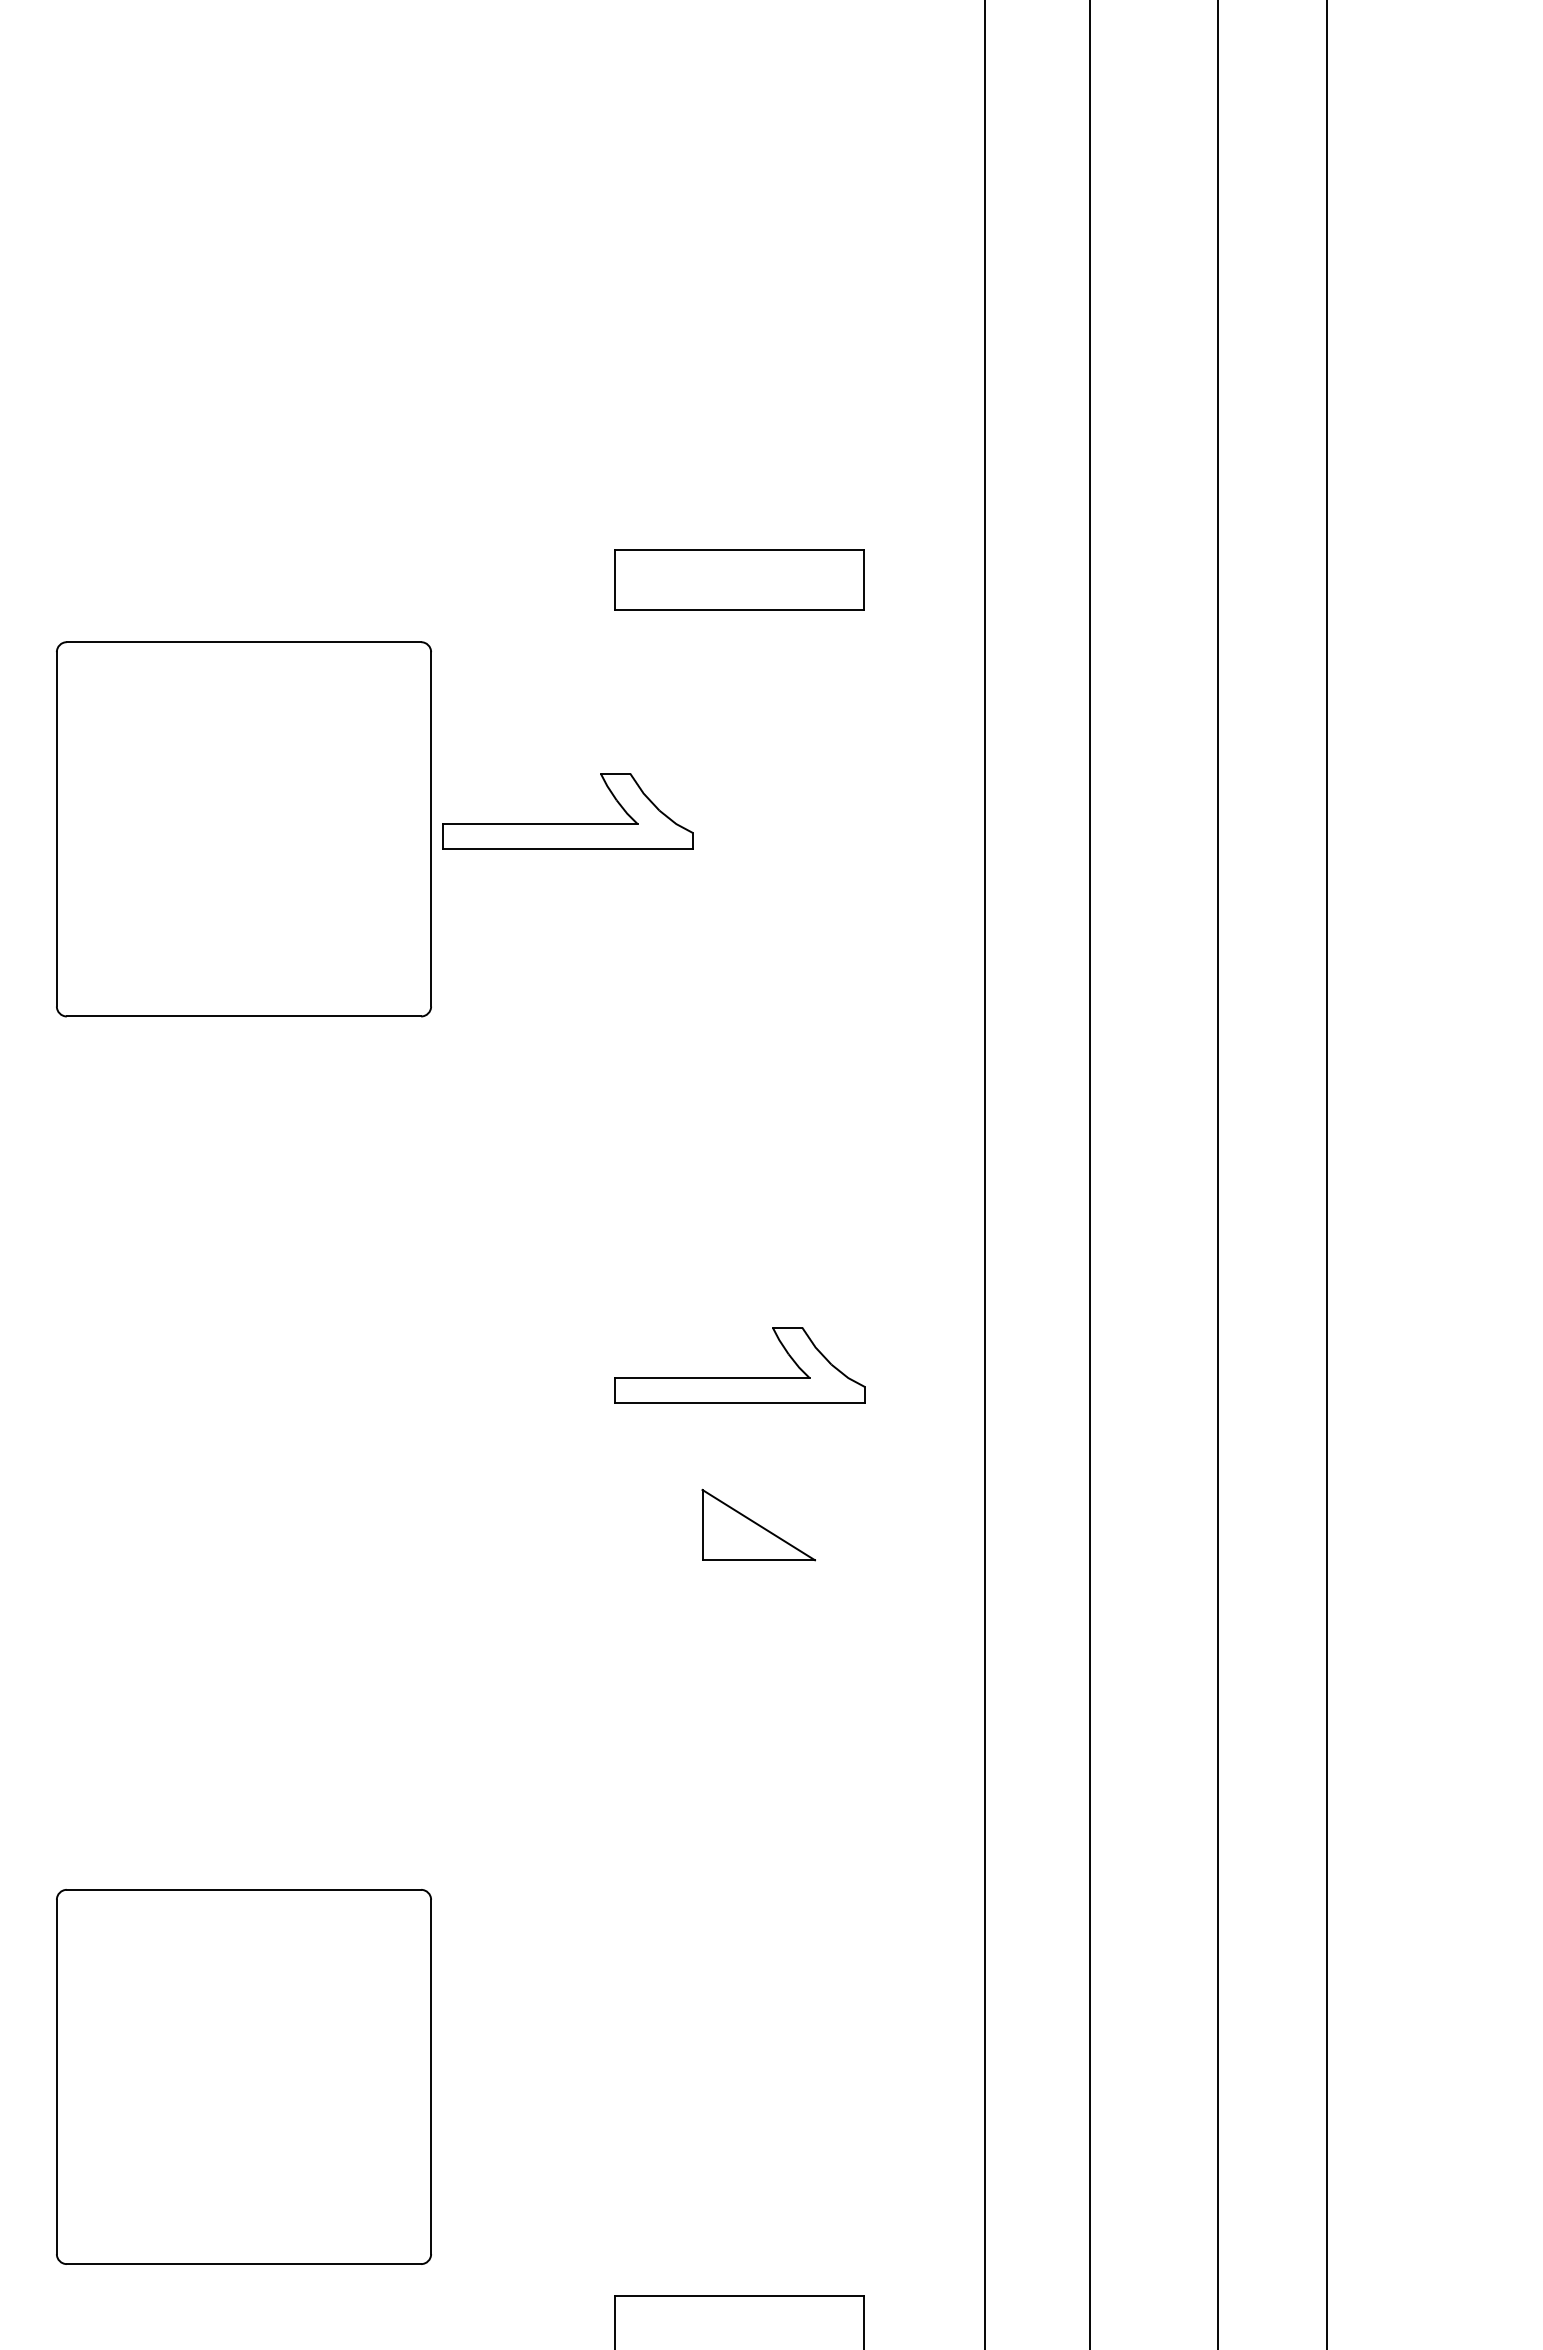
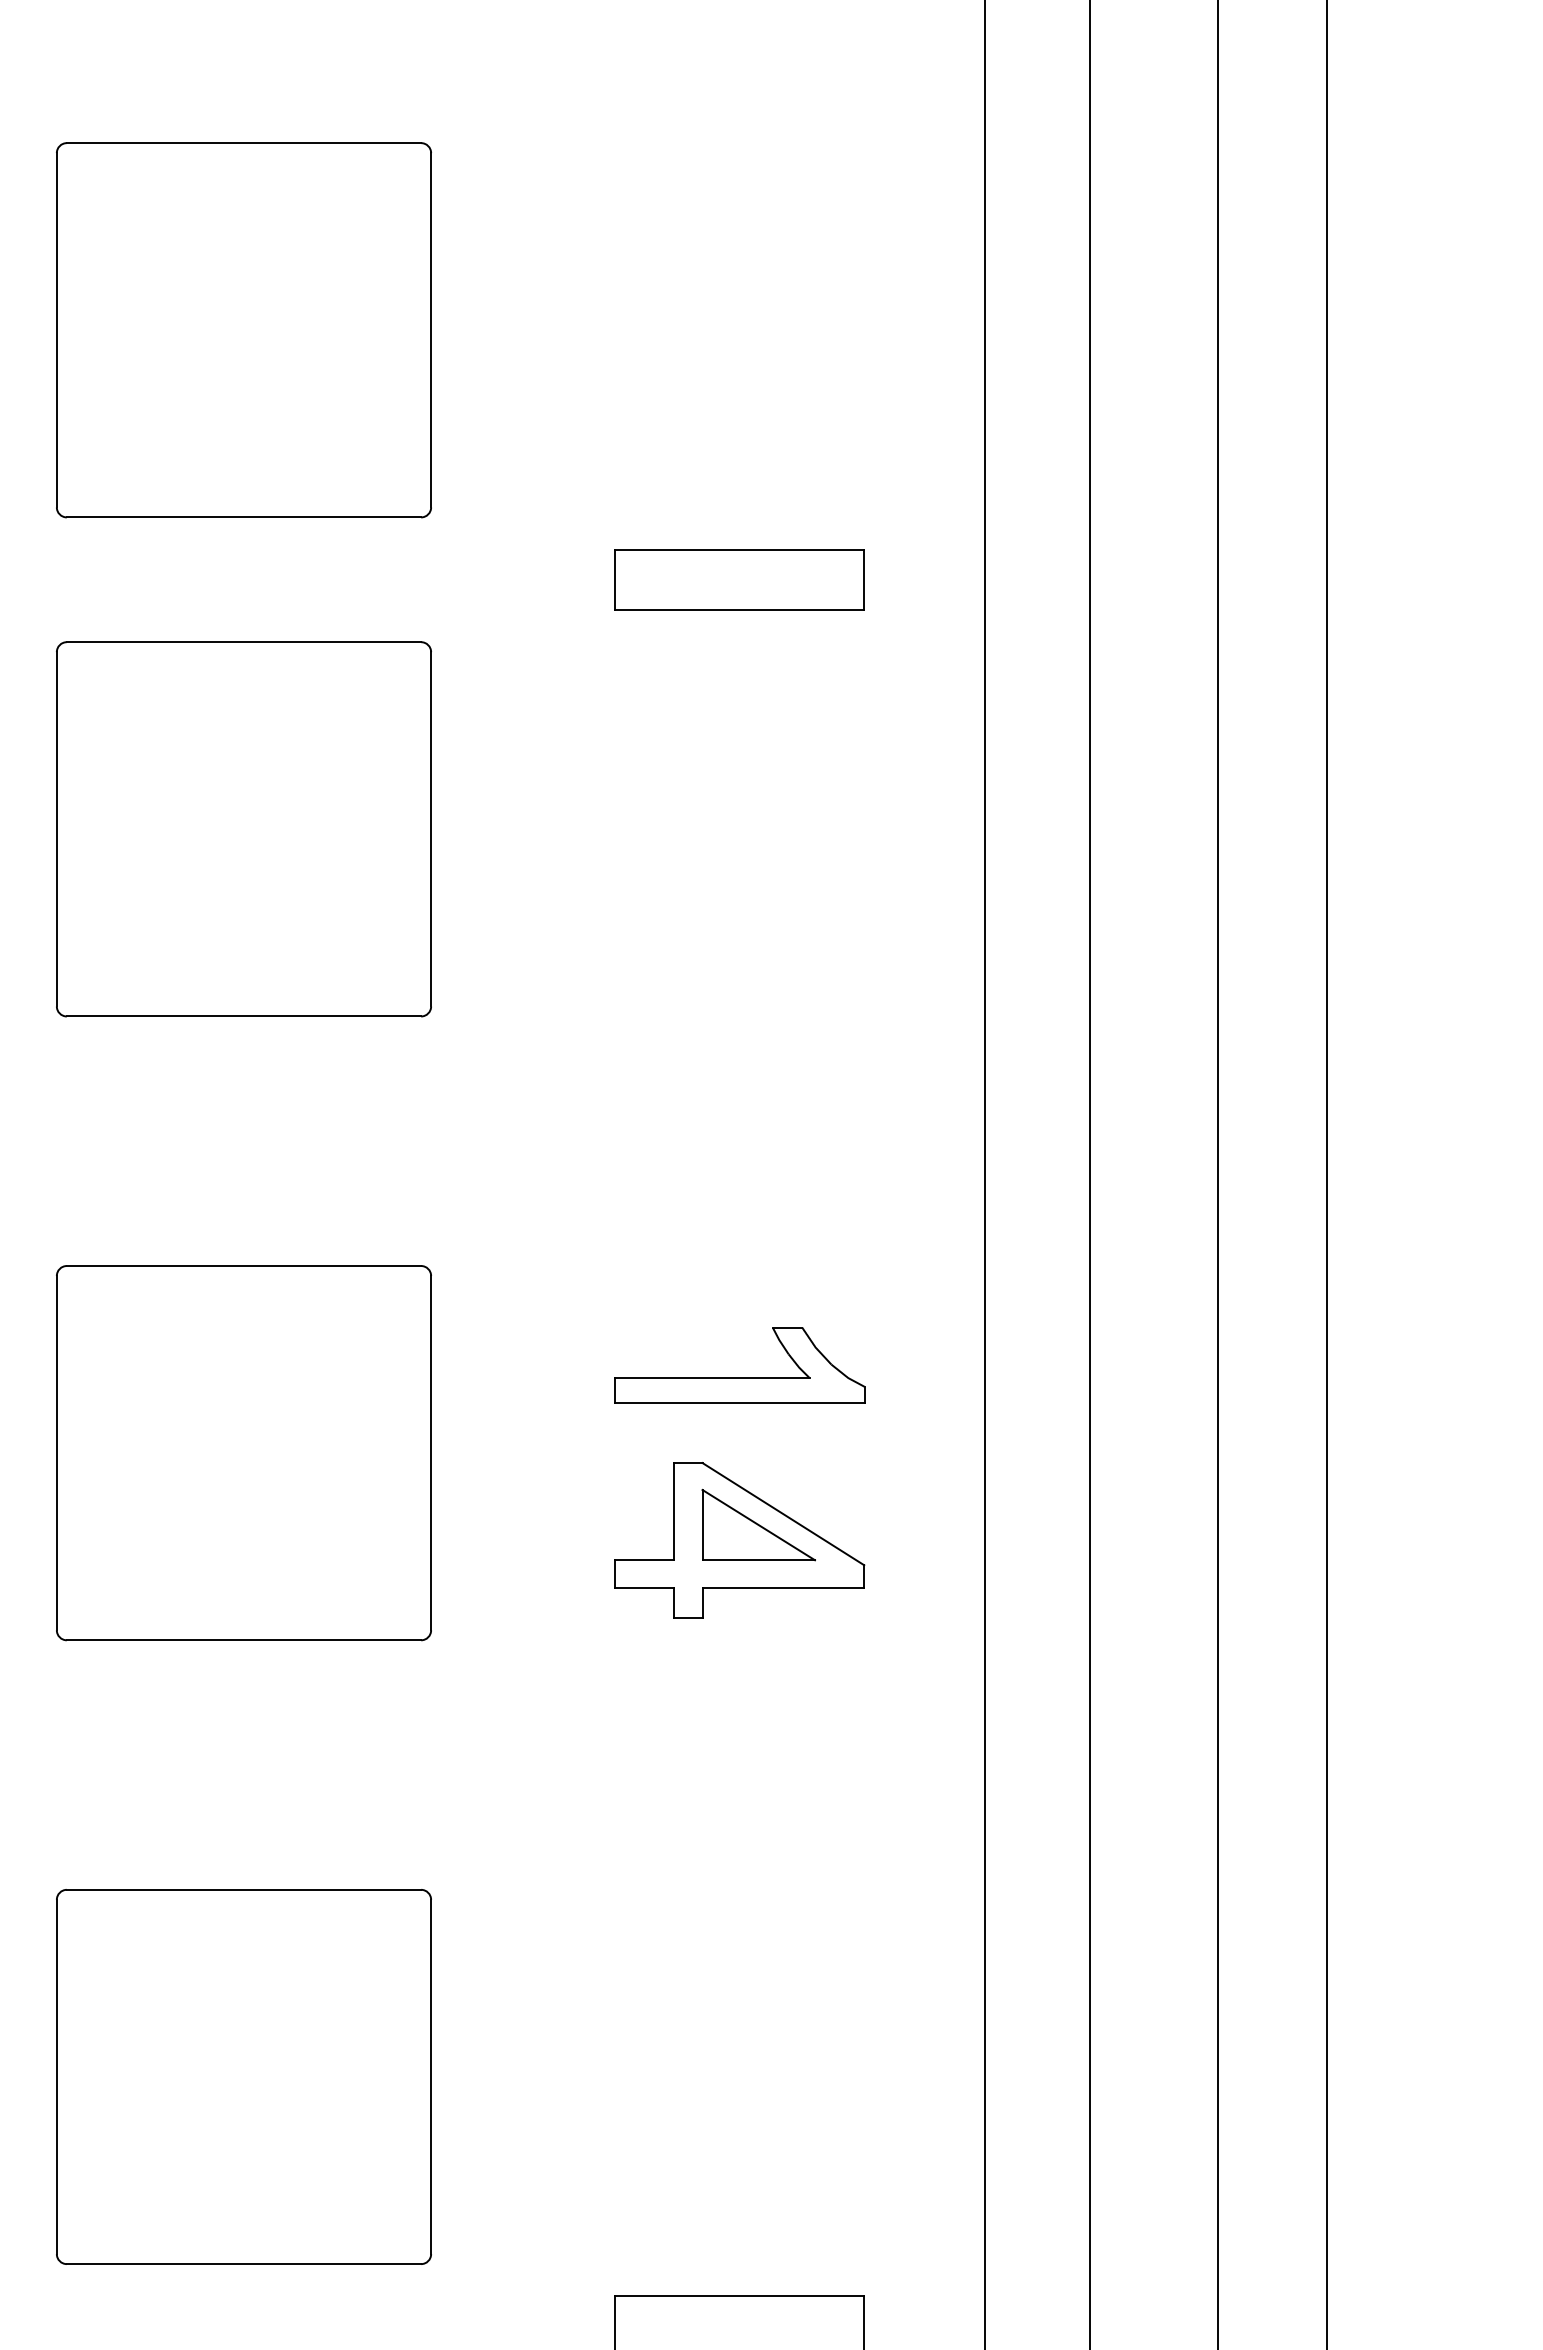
part at (243, 330): none -> present
part at (567, 823): present -> none
part at (243, 1453): none -> present
part at (739, 1540): none -> present
